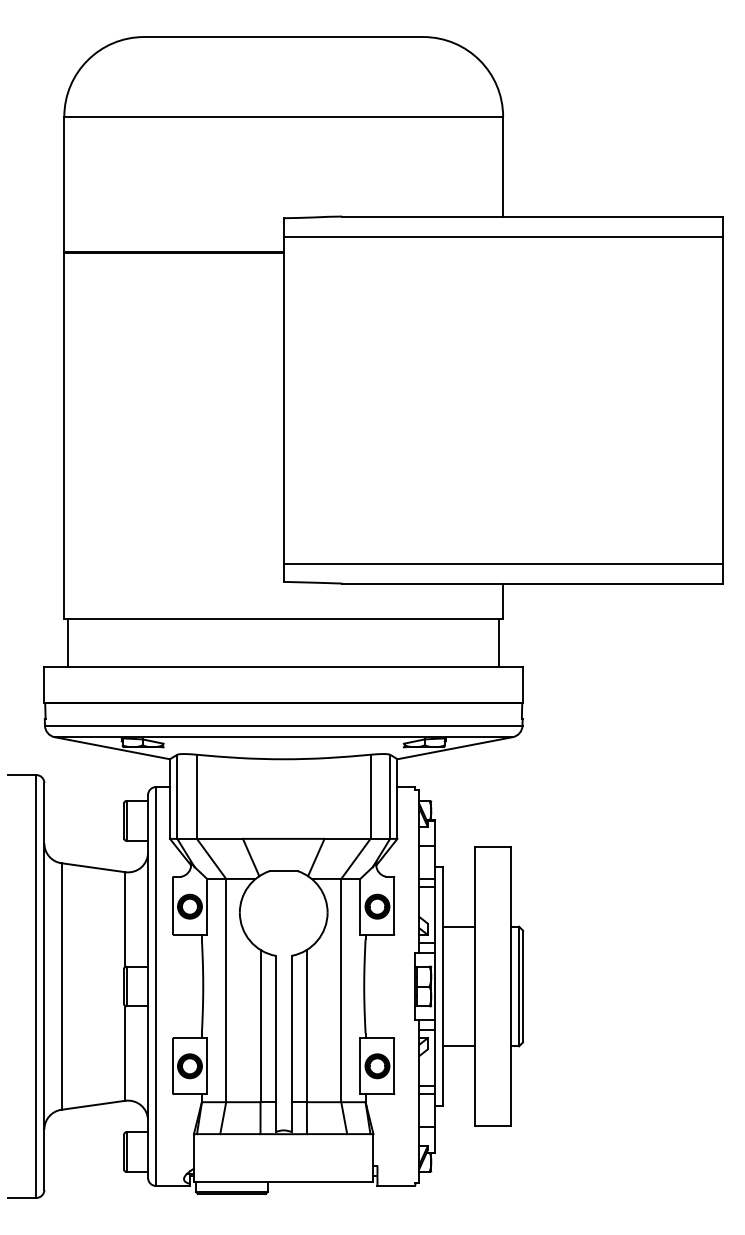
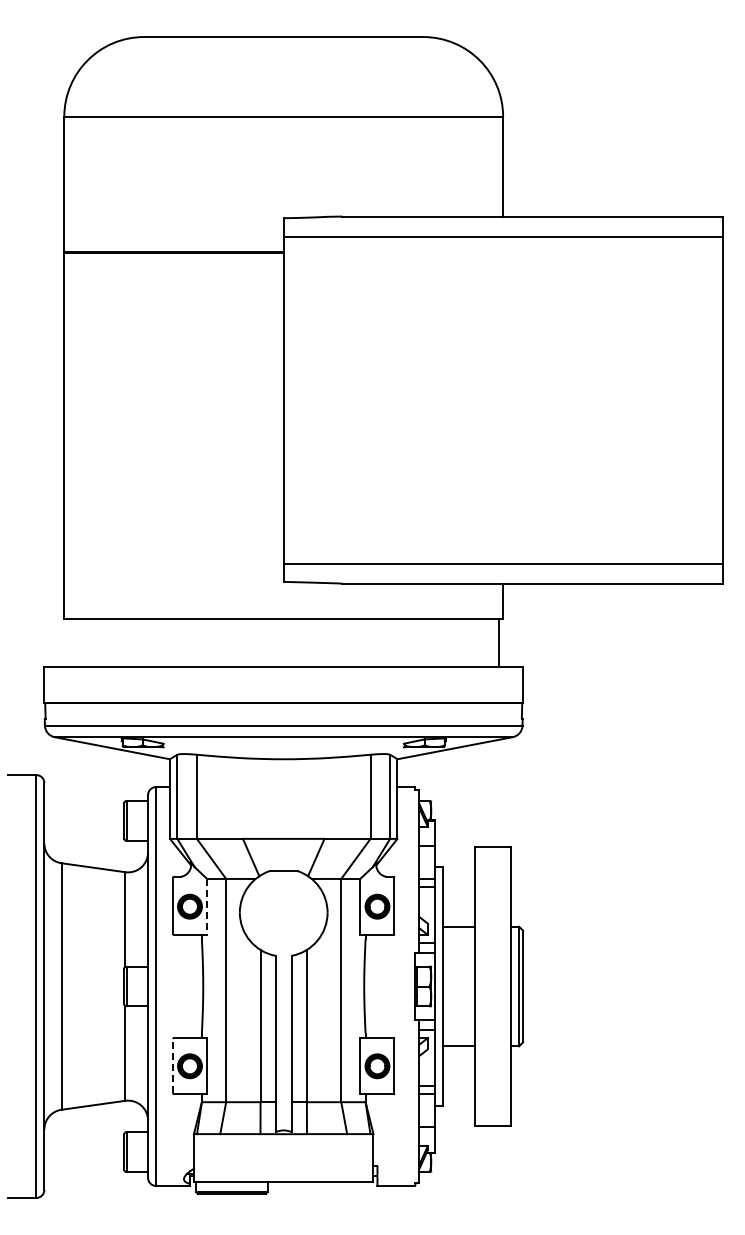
line at (68, 643): present -> none
line at (207, 906): solid -> dashed
line at (173, 1065): solid -> dashed
